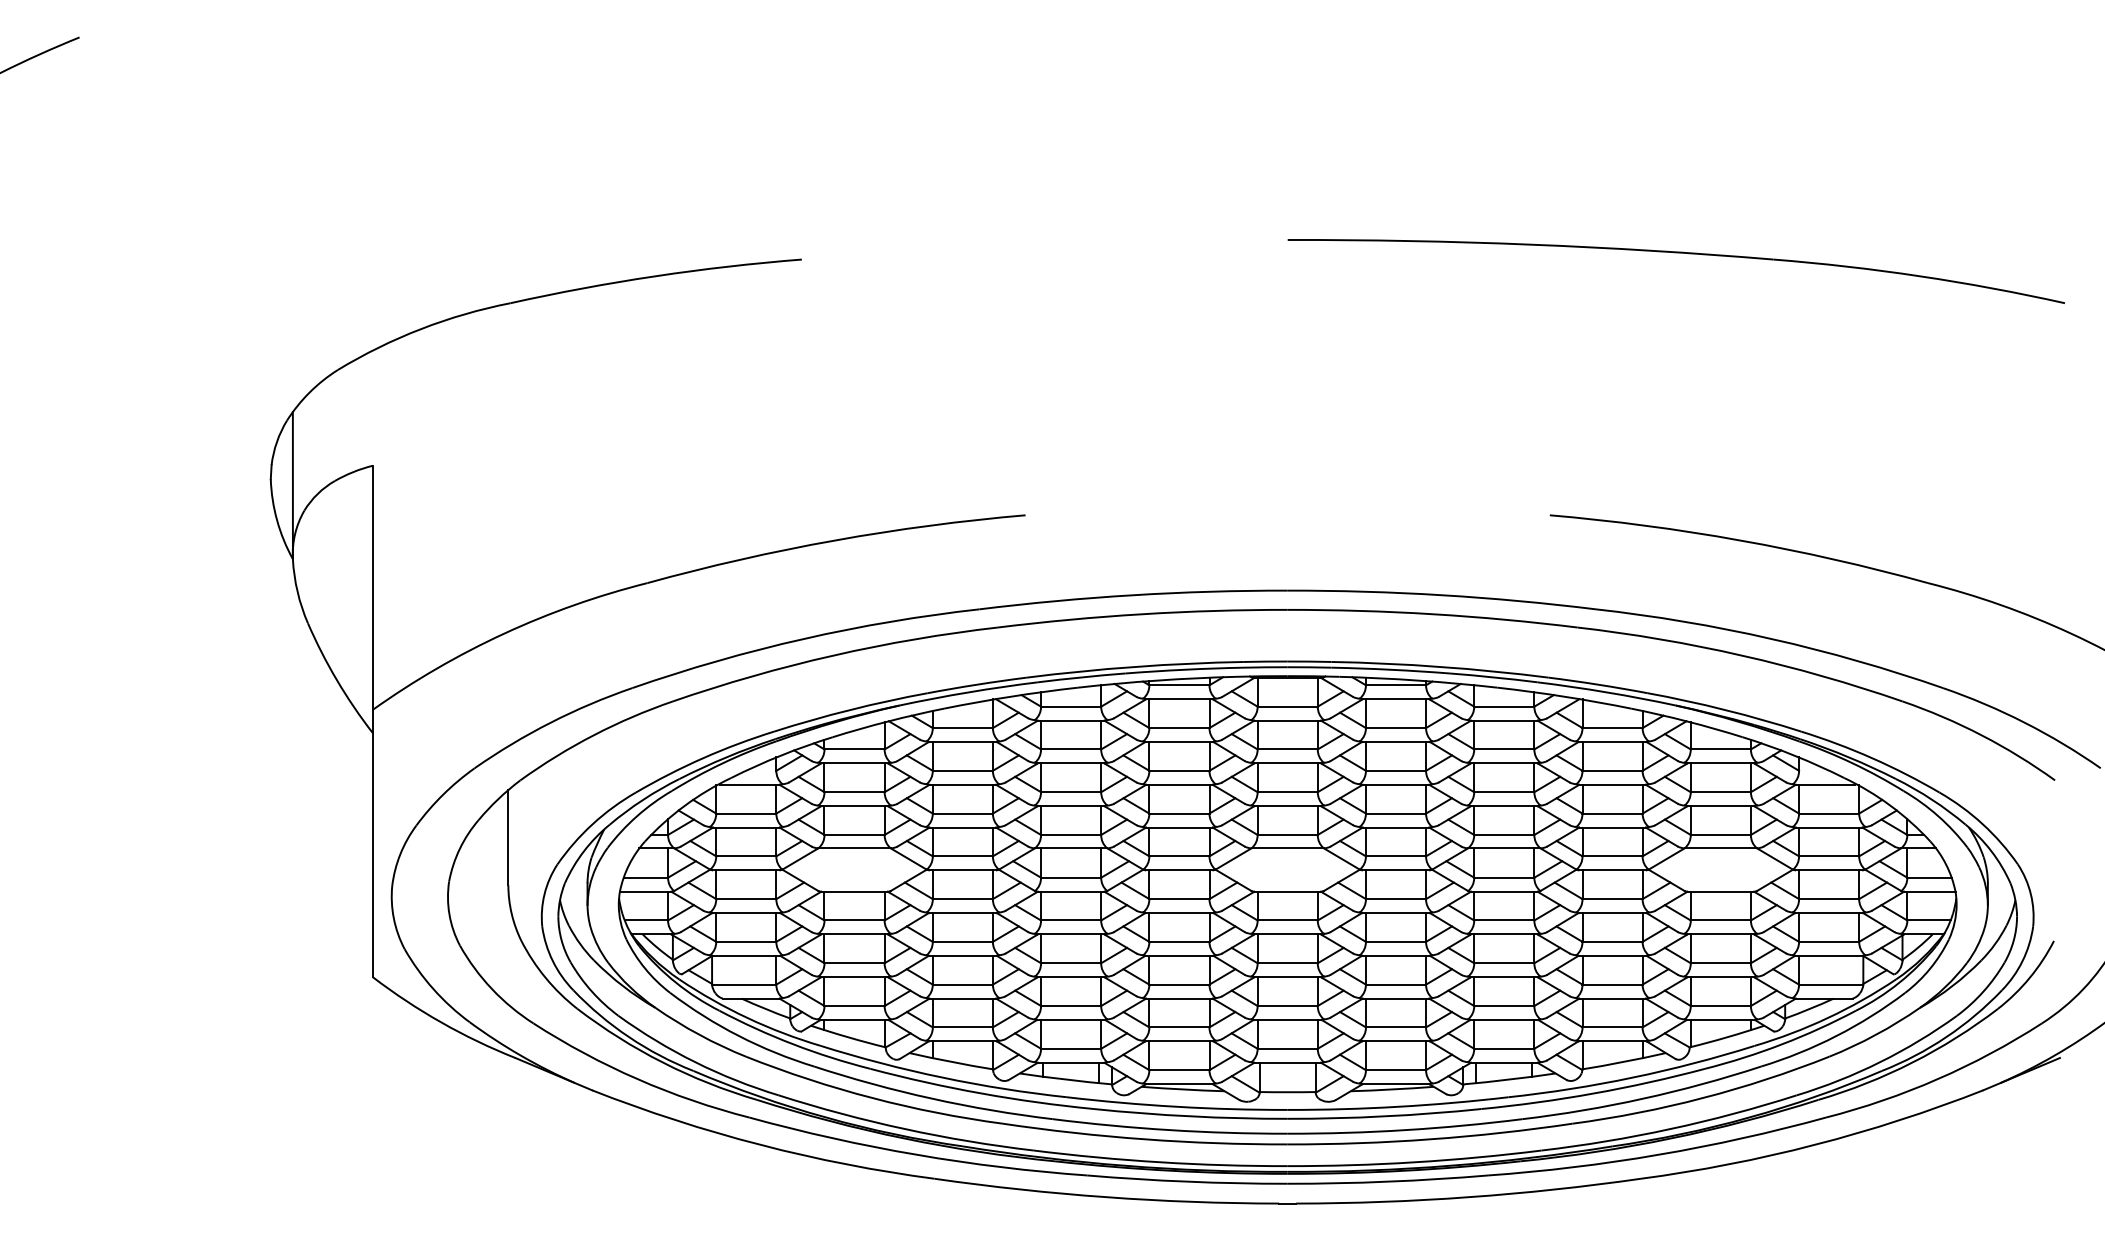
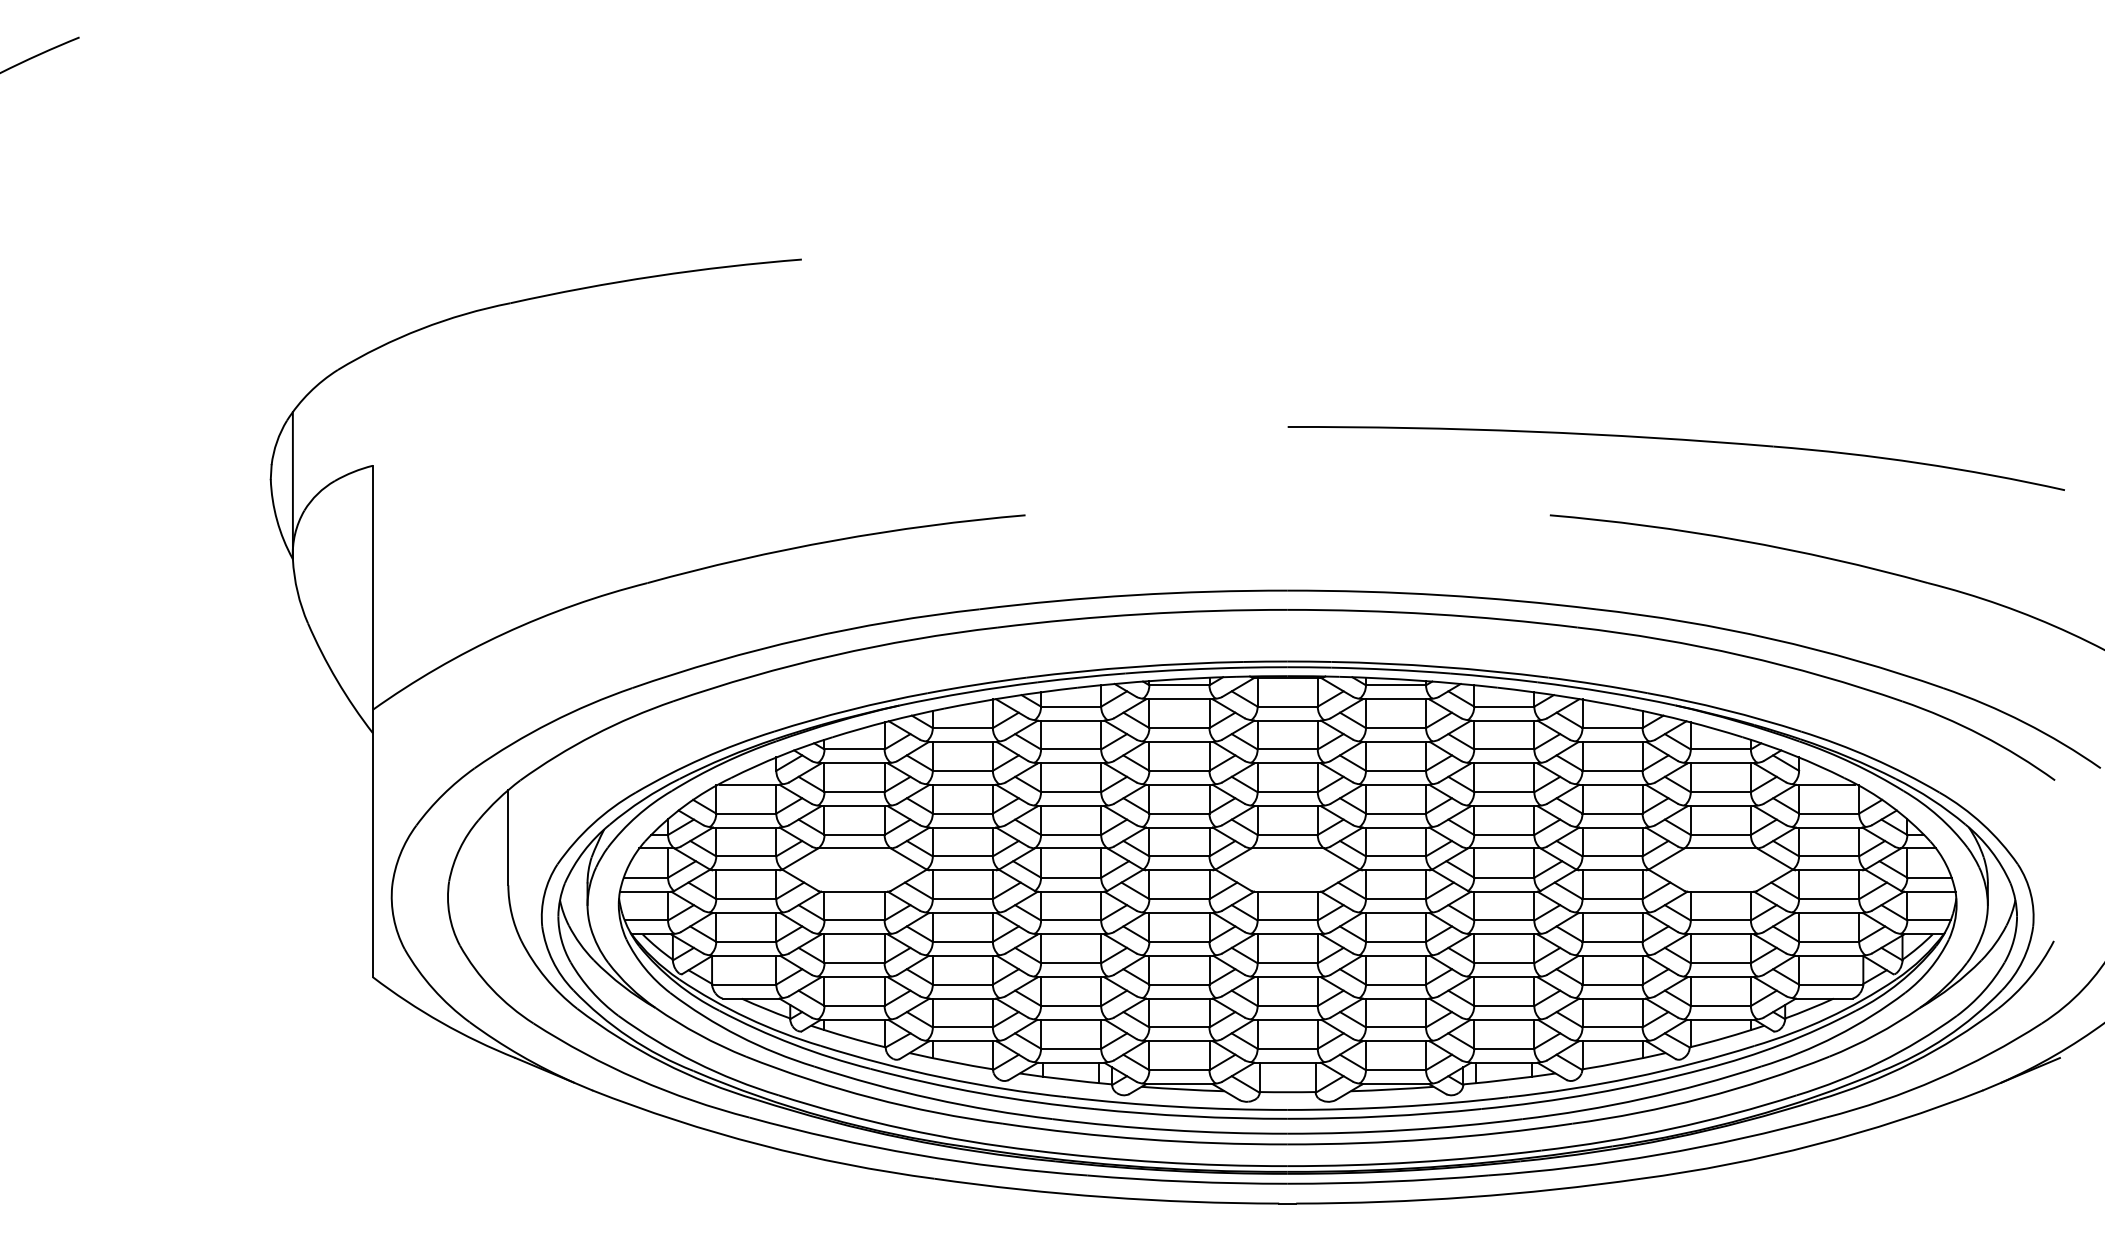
part at (1675, 253) position: (1675, 253) -> (1675, 440)
